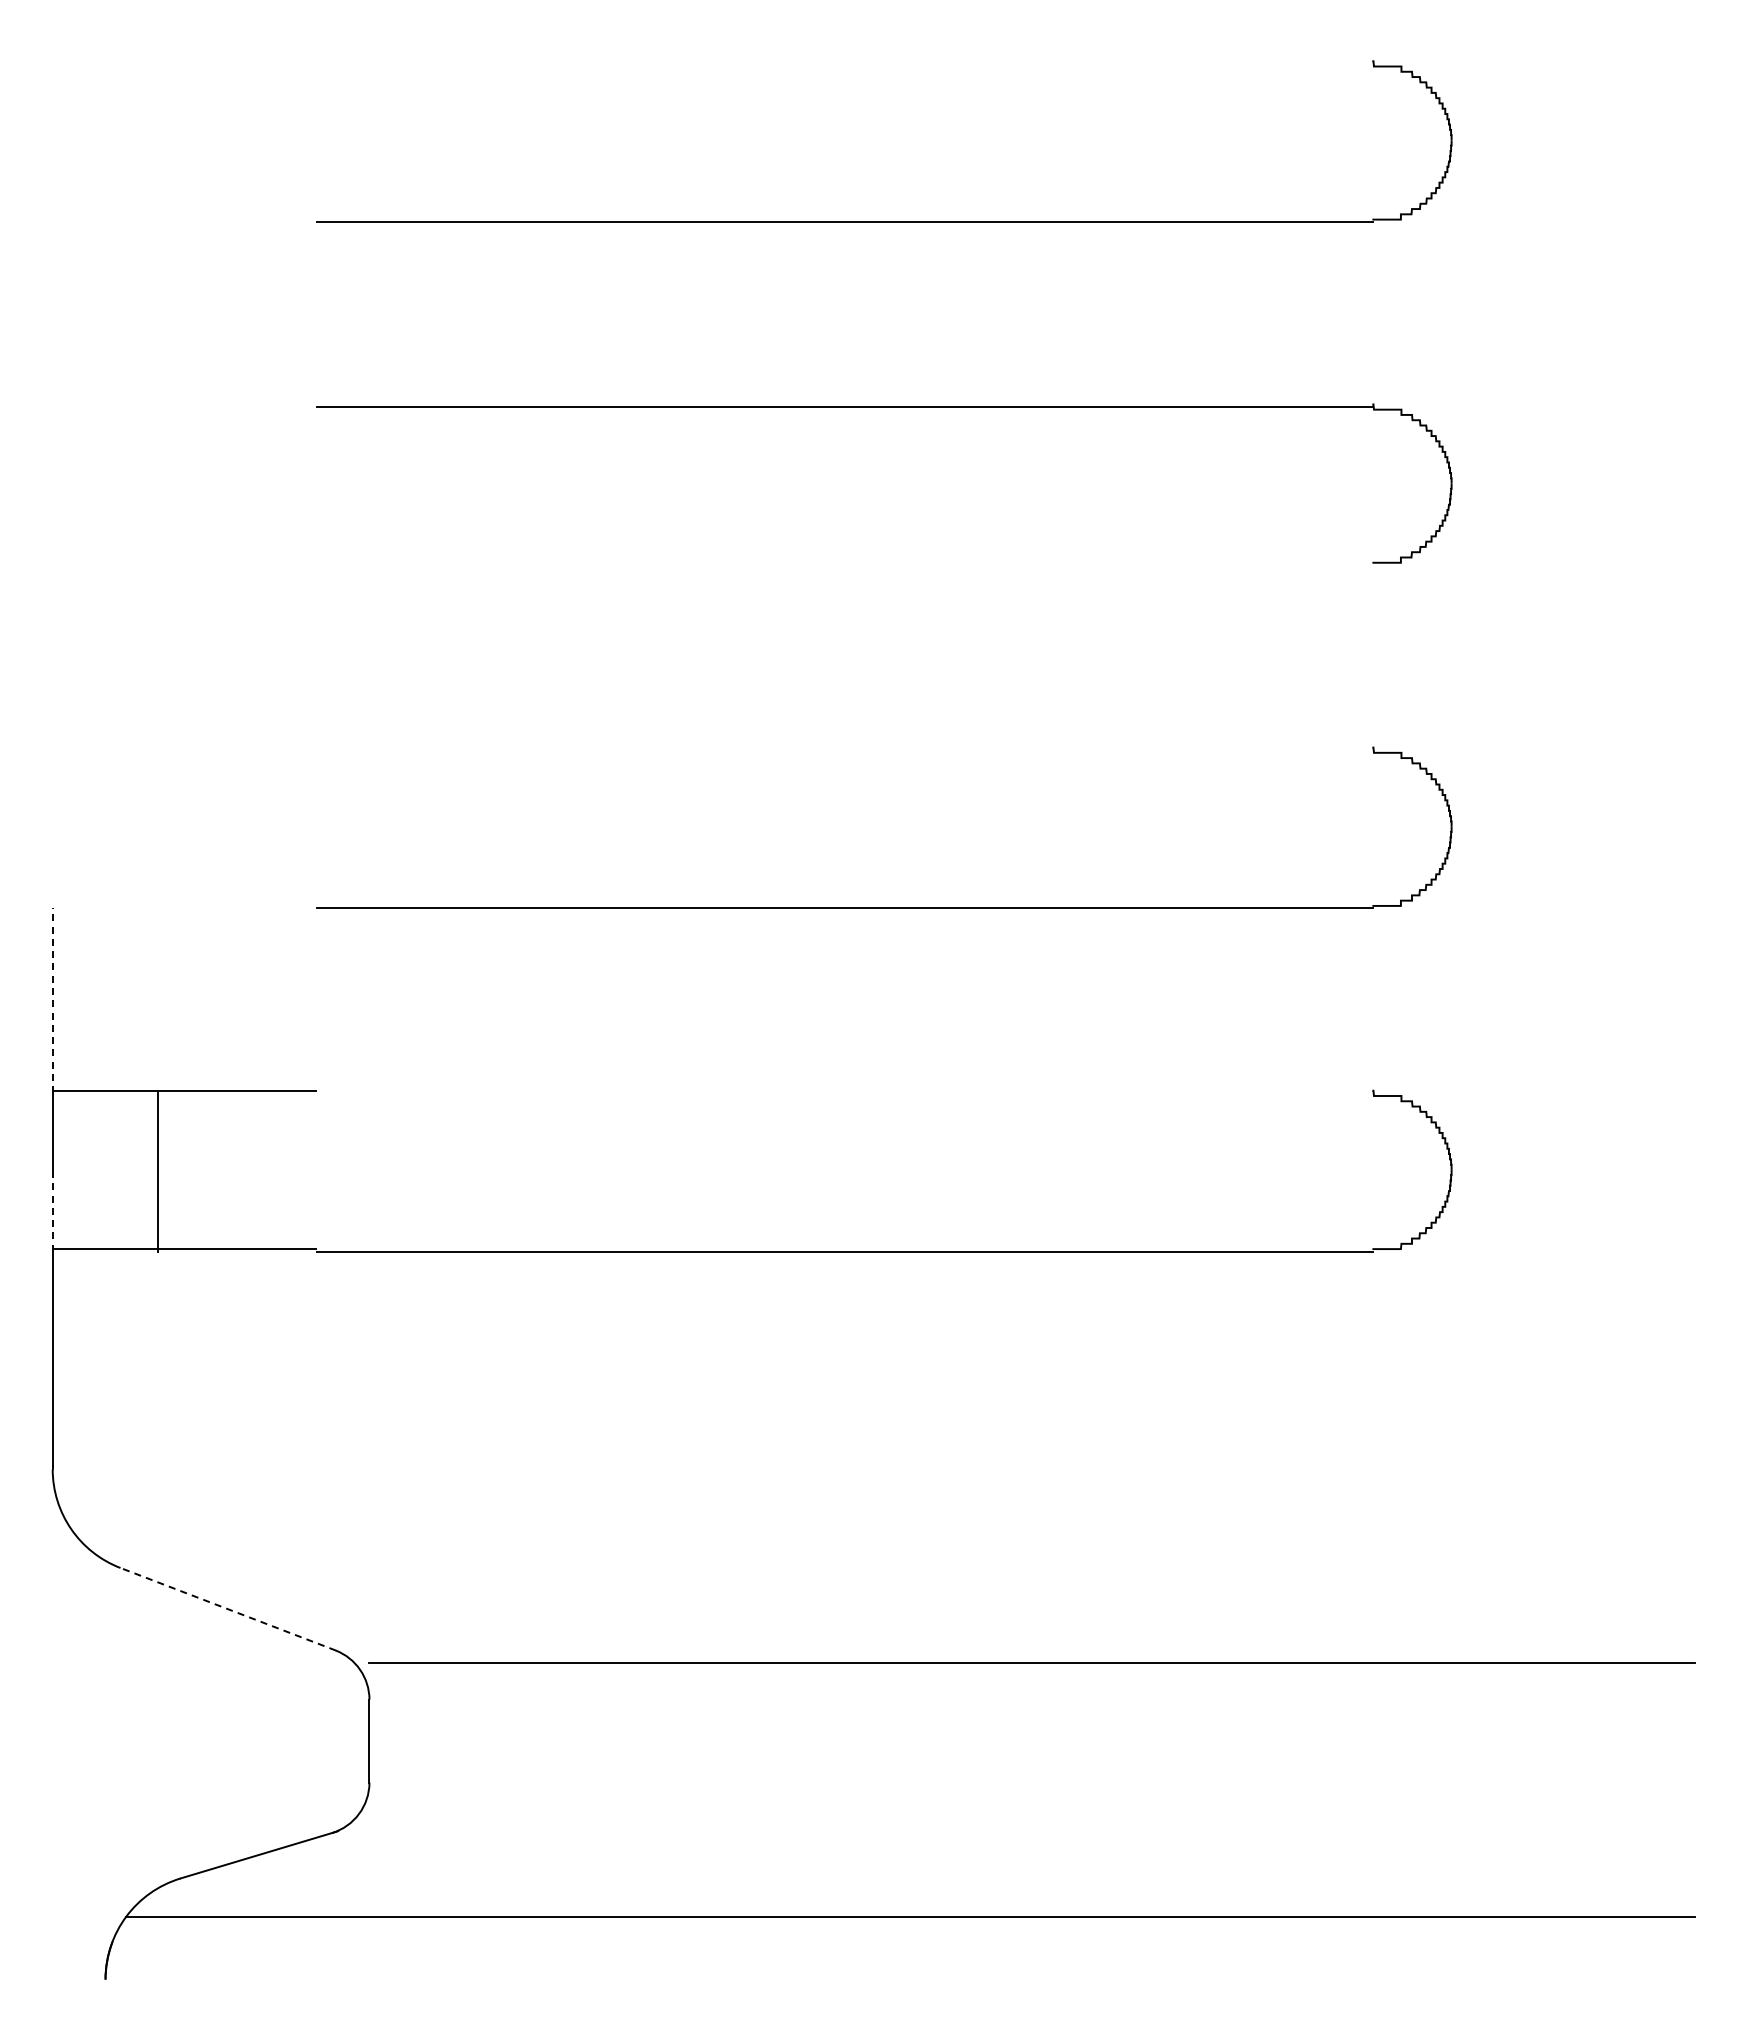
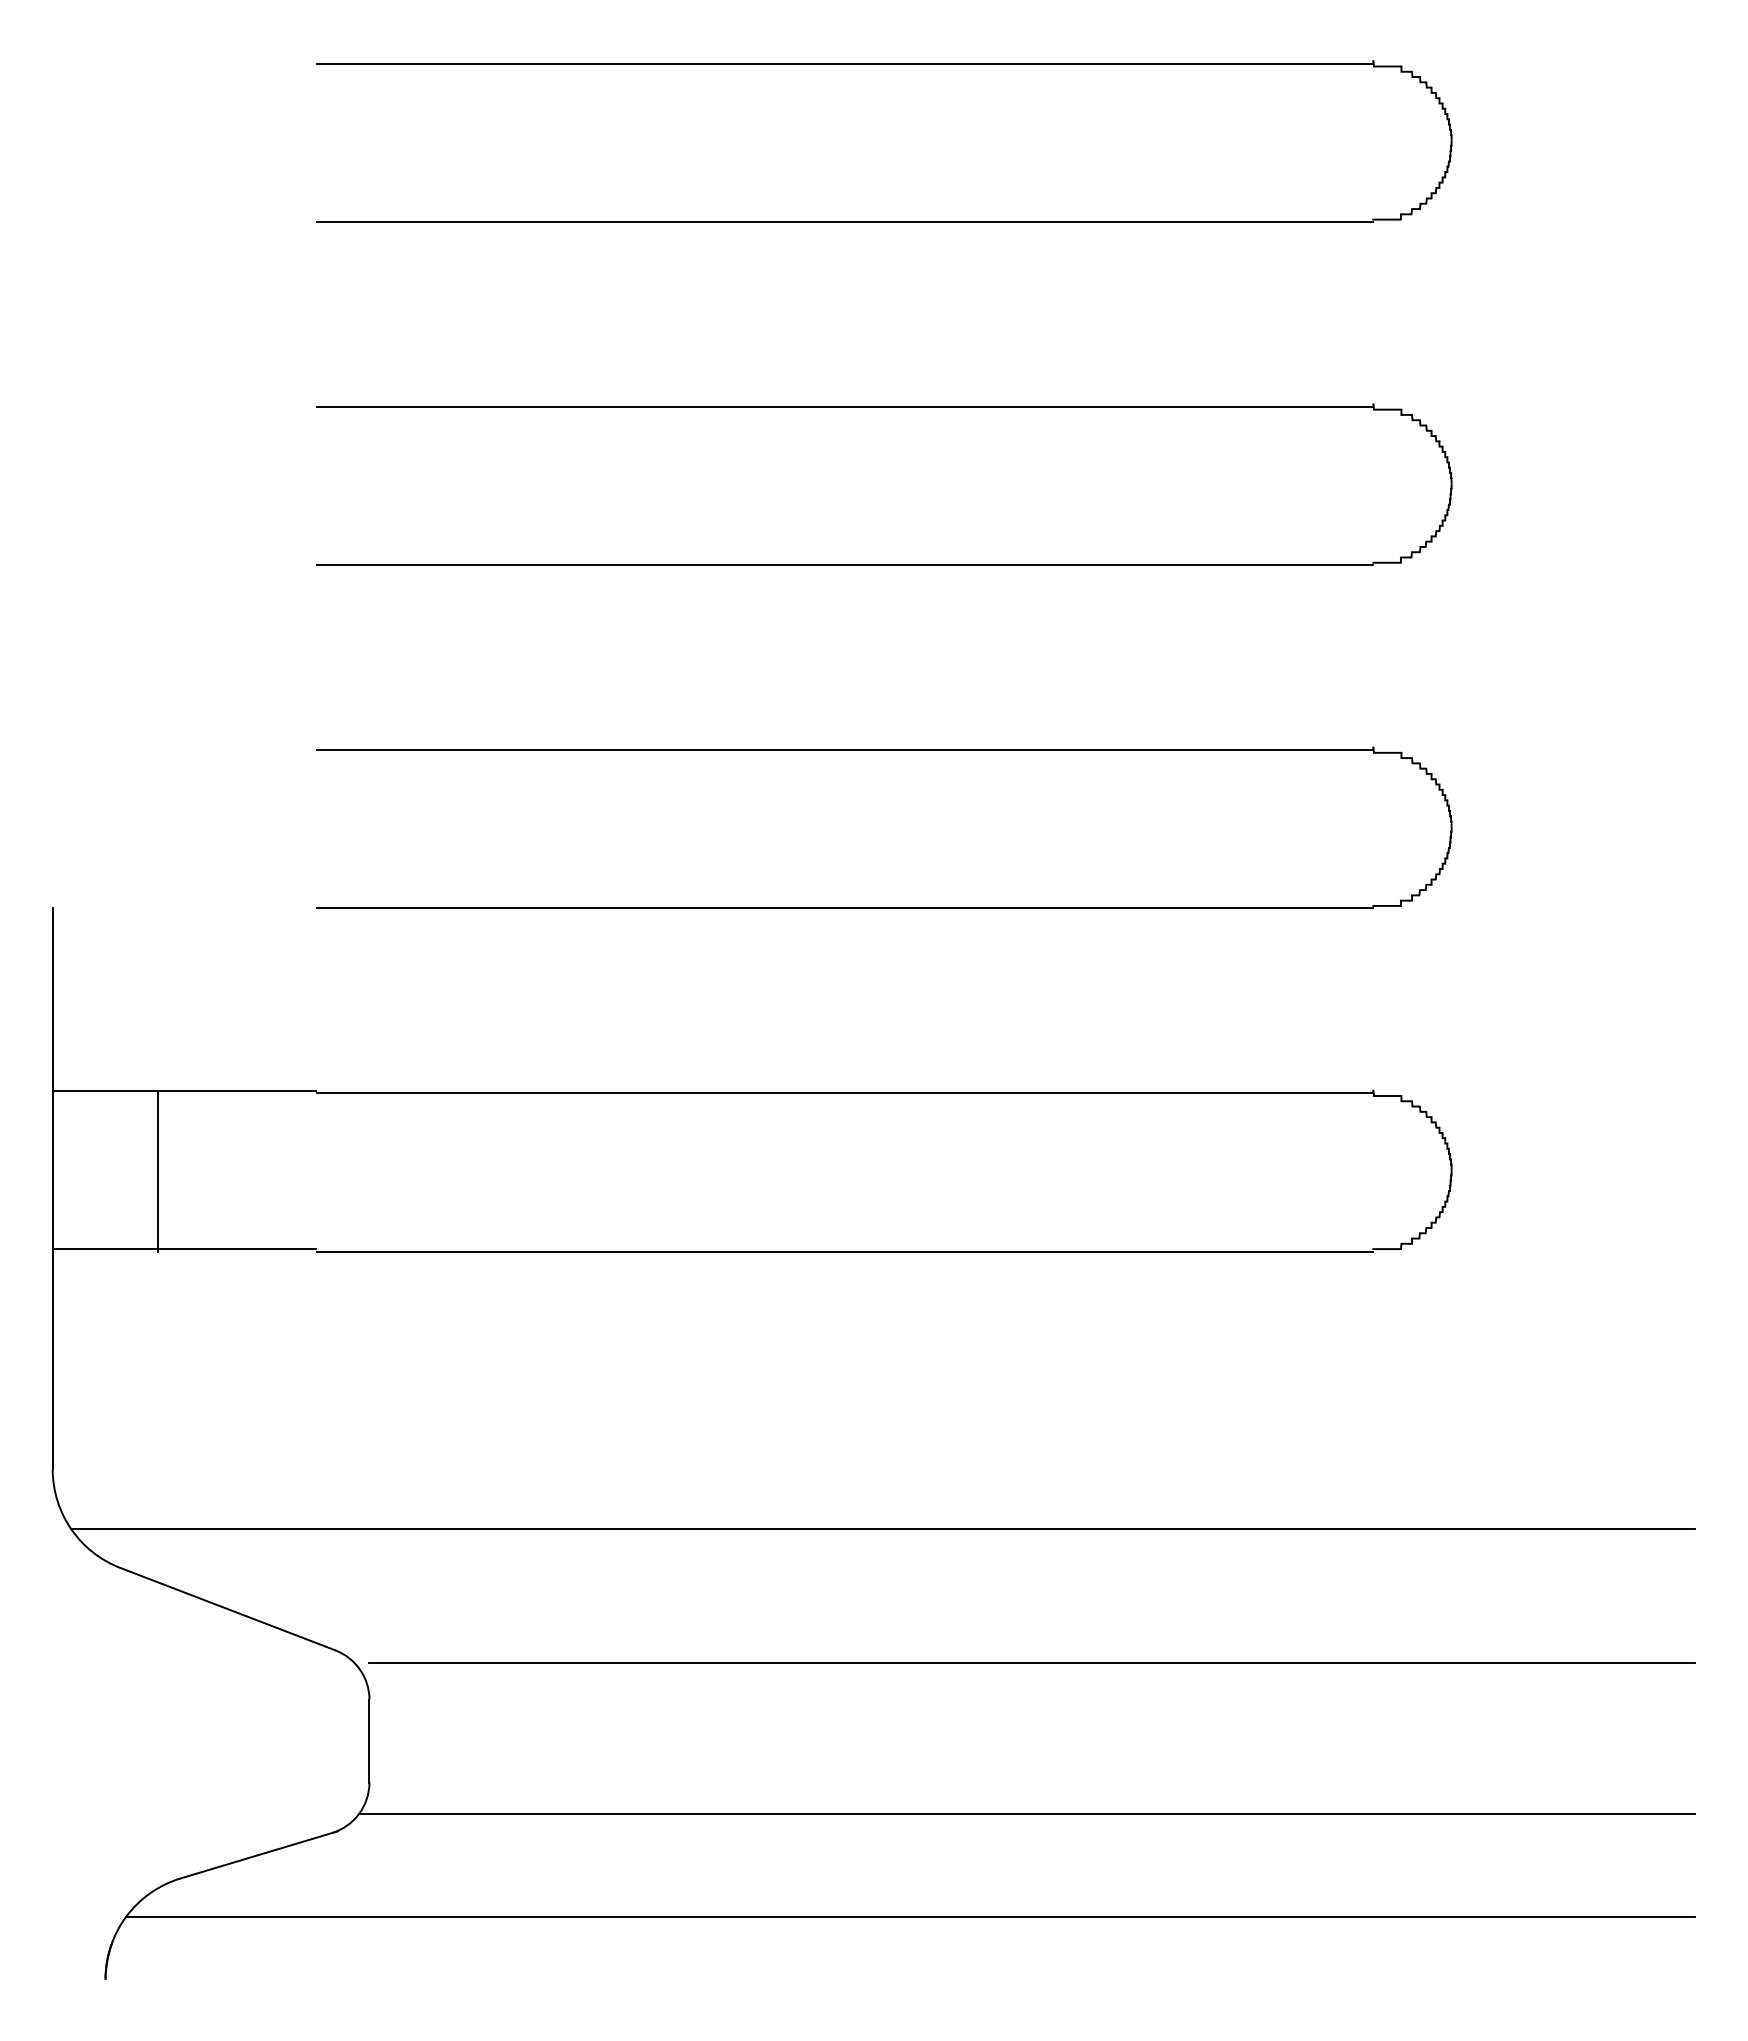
line at (844, 63): none -> present
line at (844, 565): none -> present
line at (844, 750): none -> present
line at (52, 1000): dashed -> solid
line at (844, 1093): none -> present
line at (52, 1212): dashed -> solid
line at (883, 1529): none -> present
line at (227, 1609): dashed -> solid
line at (1027, 1814): none -> present
